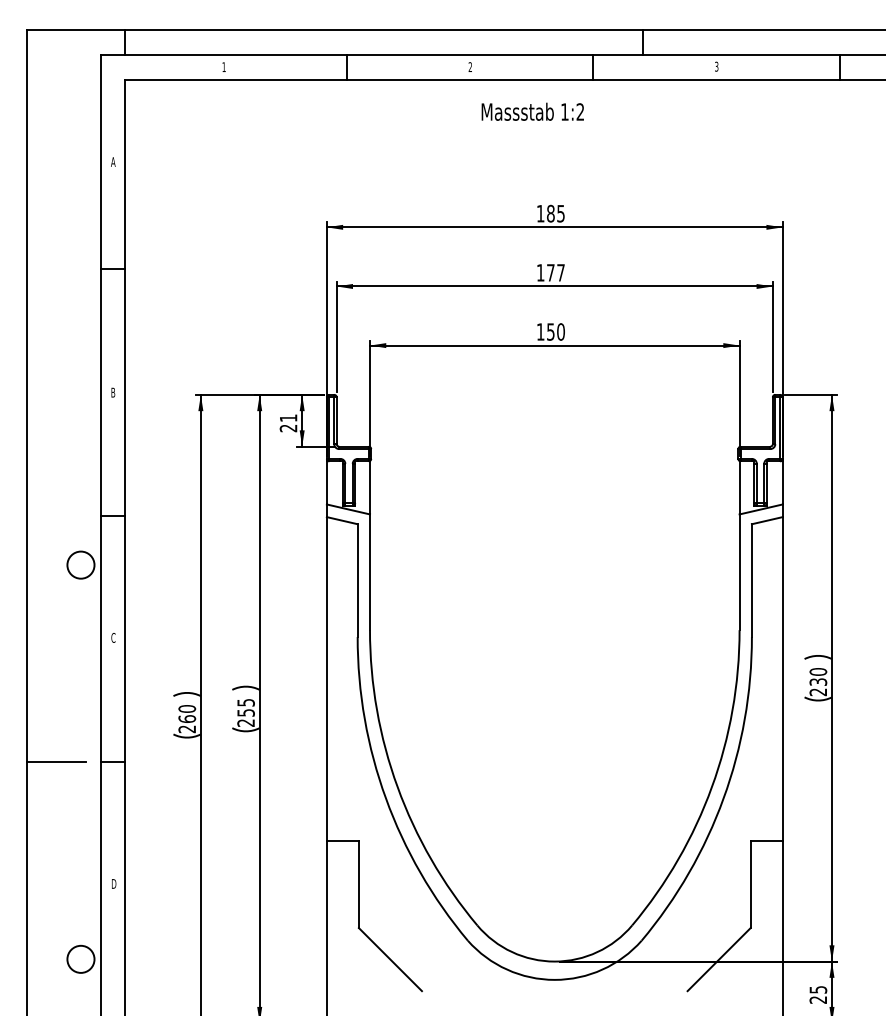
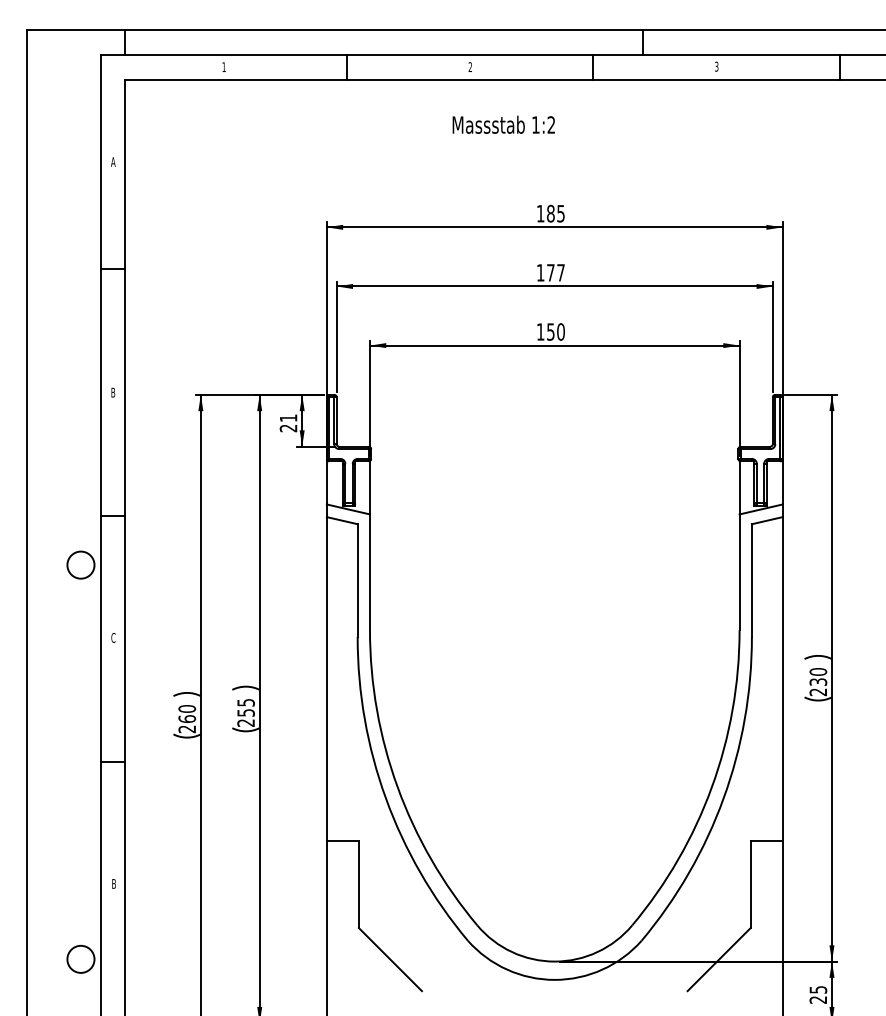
text at (532, 111) position: (532, 111) -> (503, 124)
line at (55, 762): present -> none
text at (114, 883): D -> B
